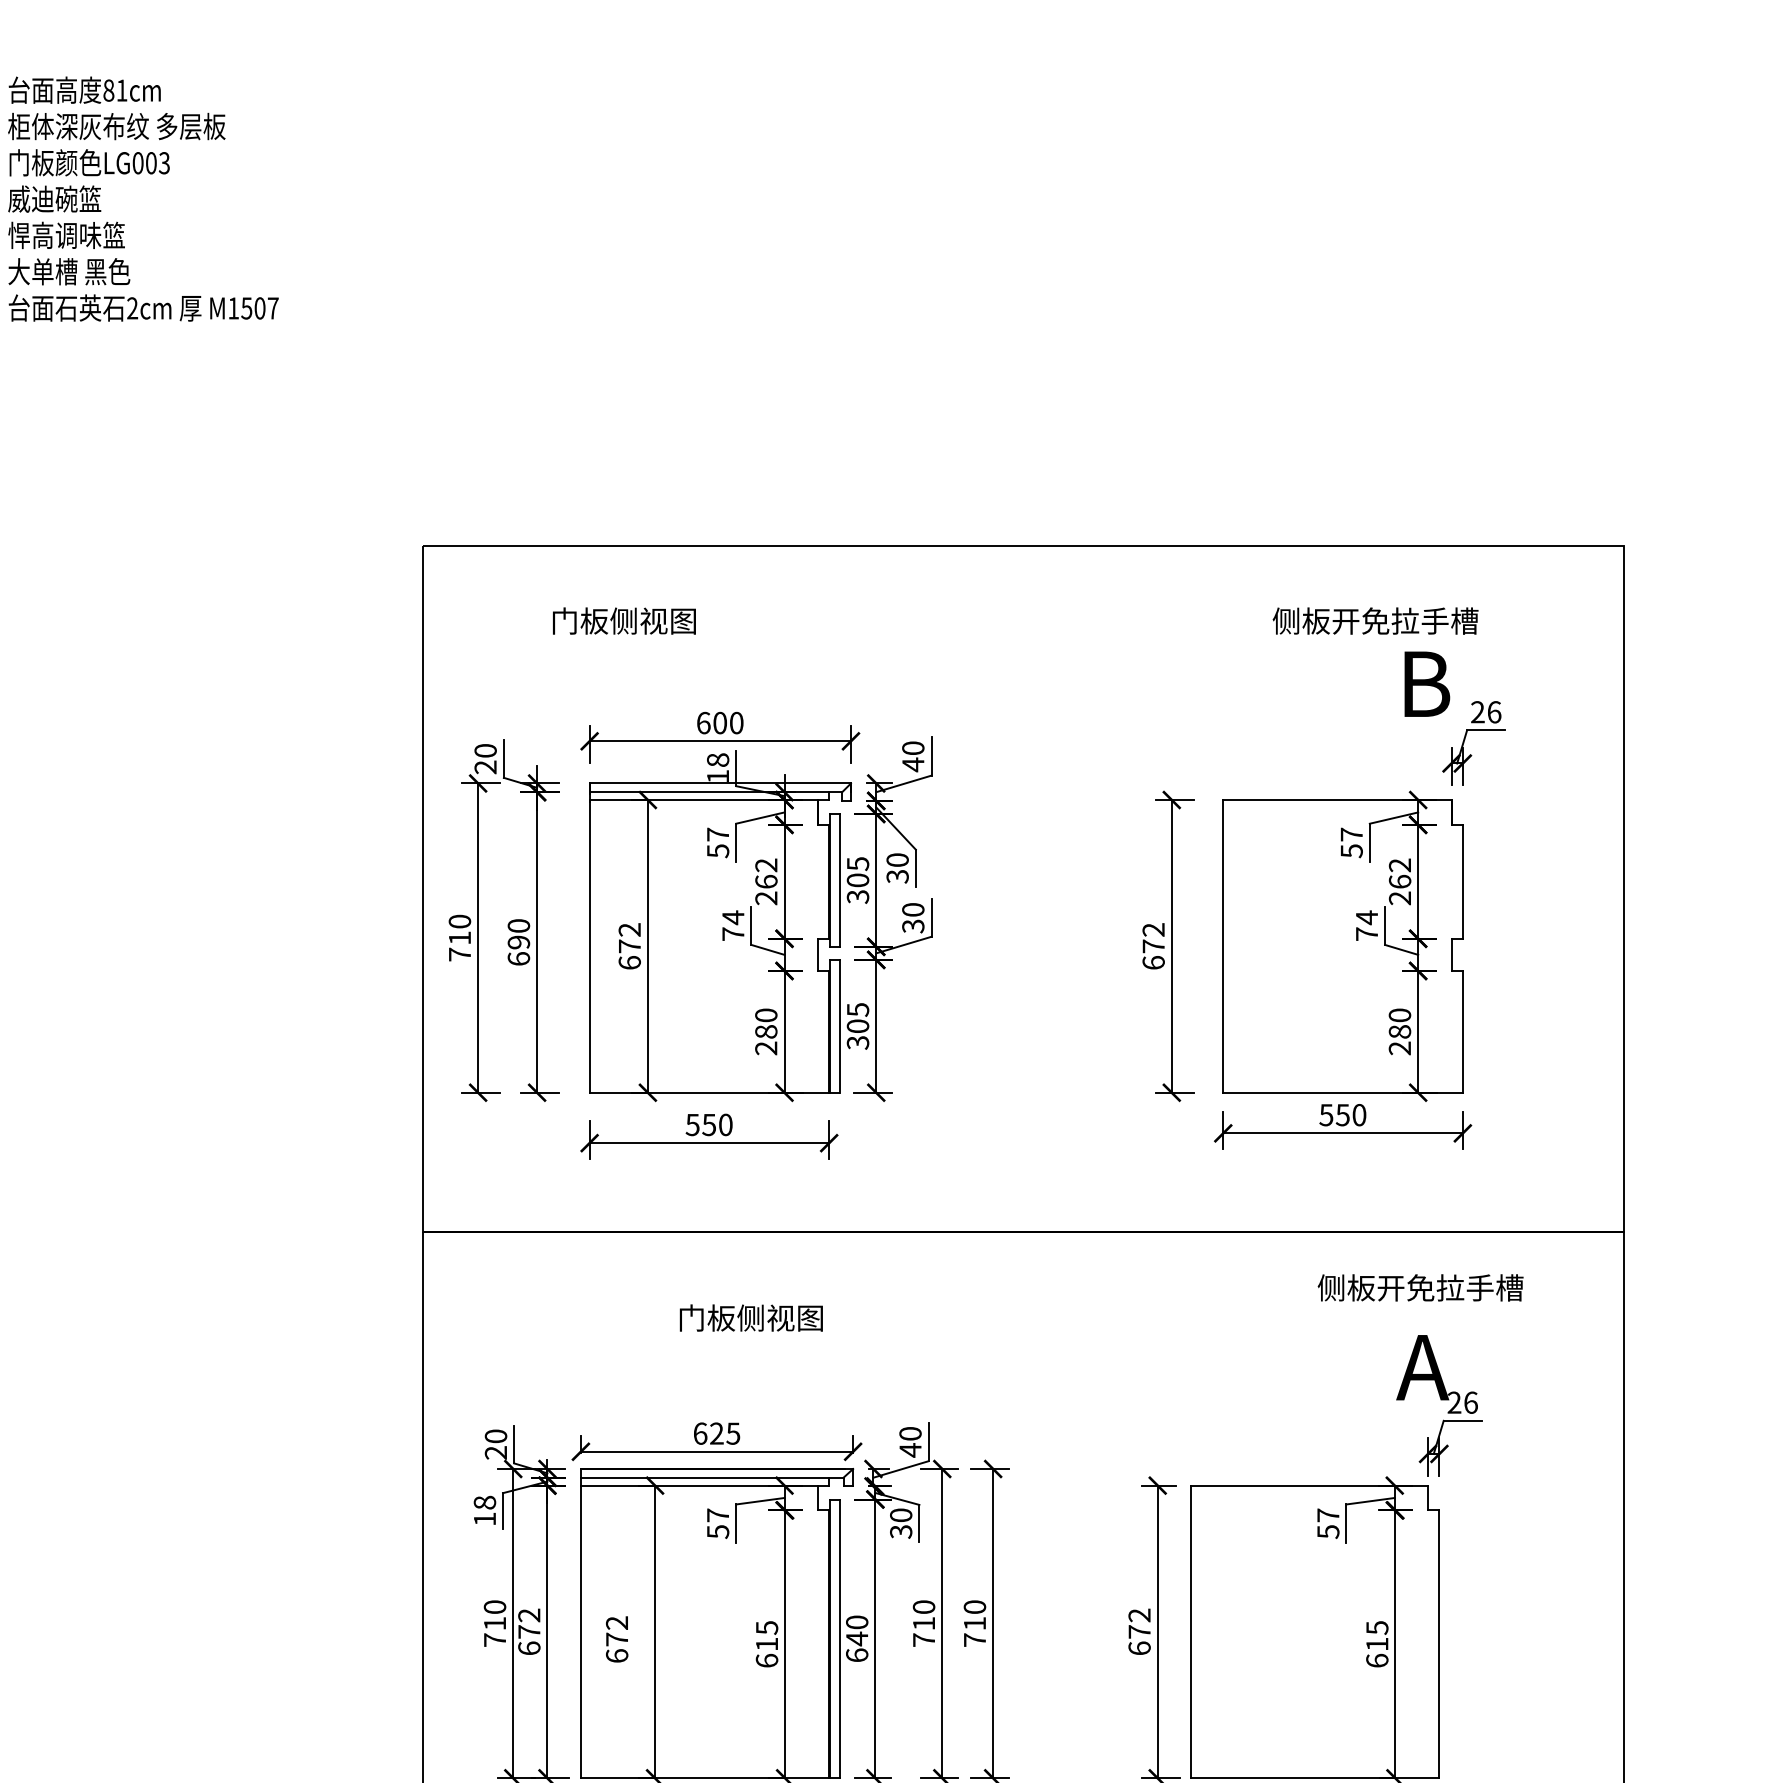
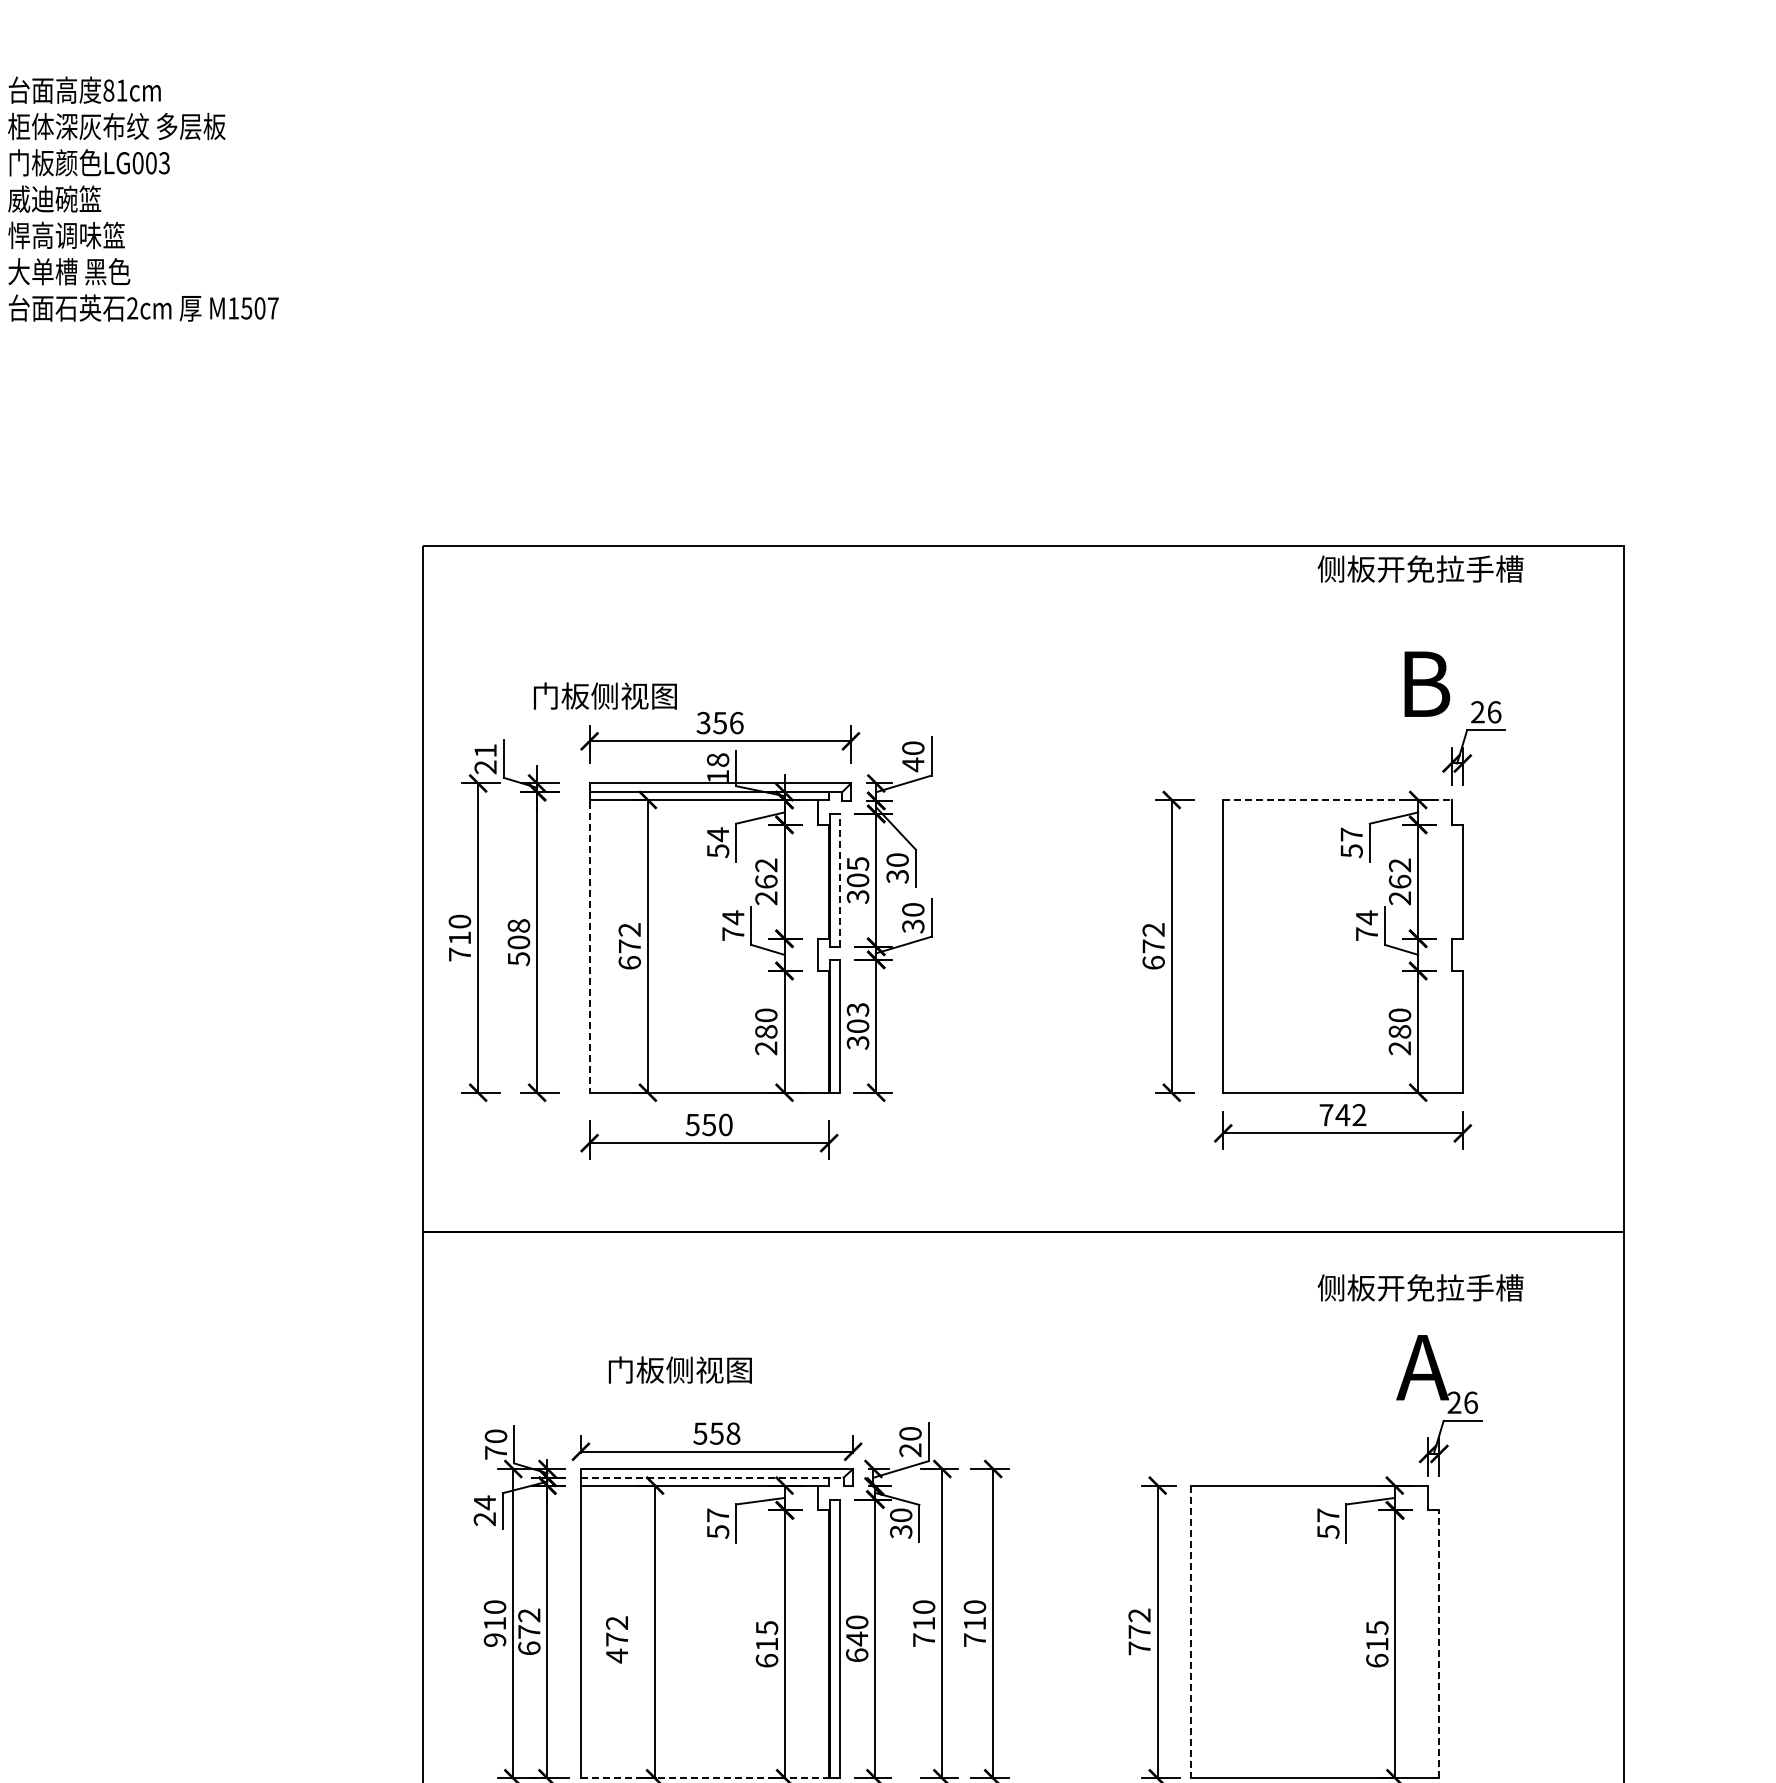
text at (624, 620) position: (624, 620) -> (605, 695)
text at (1375, 620) position: (1375, 620) -> (1420, 568)
text at (719, 722): 600 -> 356
text at (485, 750): 20 -> 21
line at (1337, 800): solid -> dashed
text at (717, 834): 57 -> 54
line at (839, 879): solid -> dashed
text at (518, 942): 690 -> 508
line at (589, 947): solid -> dashed
text at (857, 1009): 305 -> 303
text at (1342, 1115): 550 -> 742
text at (750, 1317) position: (750, 1317) -> (679, 1369)
text at (716, 1433): 625 -> 558
text at (910, 1450): 40 -> 20
text at (495, 1452): 20 -> 70
line at (712, 1477): solid -> dashed
text at (484, 1510): 18 -> 24
line at (1191, 1632): solid -> dashed
text at (494, 1639): 710 -> 910
line at (1439, 1644): solid -> dashed
text at (1139, 1648): 672 -> 772
text at (617, 1655): 672 -> 472
line at (705, 1778): solid -> dashed
